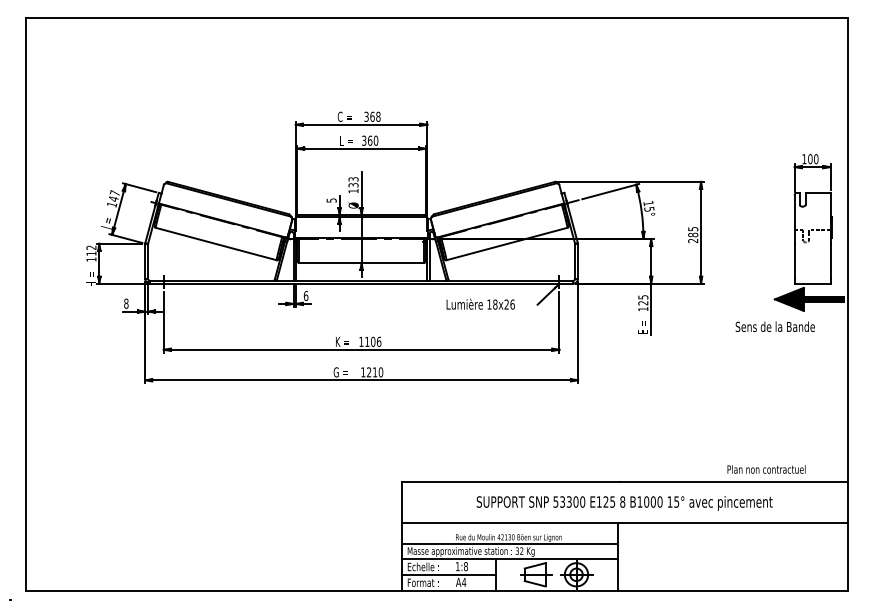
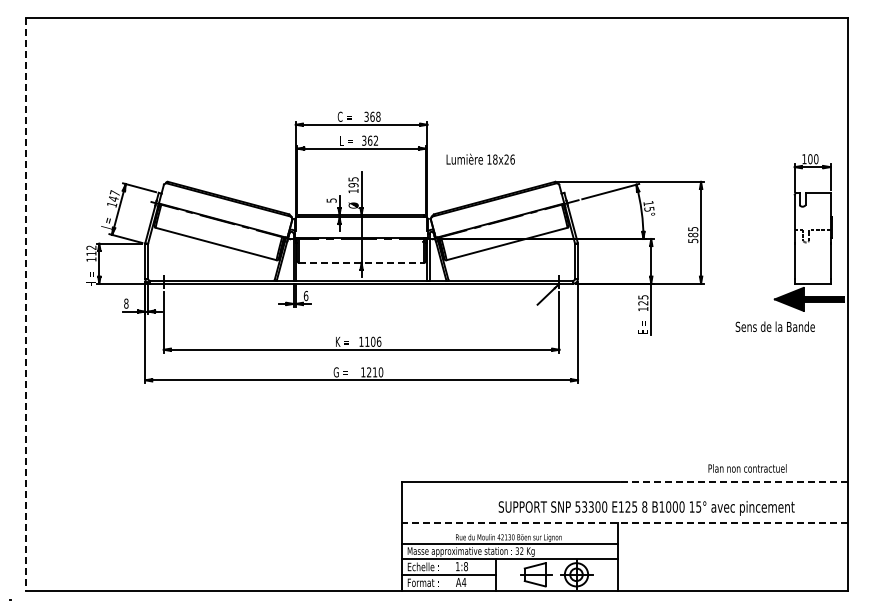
text at (375, 140): 360 -> 362
text at (353, 182): 133 -> 195
text at (693, 240): 285 -> 585
line at (361, 262): solid -> dashed
text at (480, 303) position: (480, 303) -> (480, 158)
line at (26, 304): solid -> dashed
text at (766, 469) position: (766, 469) -> (747, 468)
line at (733, 482): solid -> dashed
text at (624, 503) position: (624, 503) -> (646, 508)
line at (625, 522): solid -> dashed
